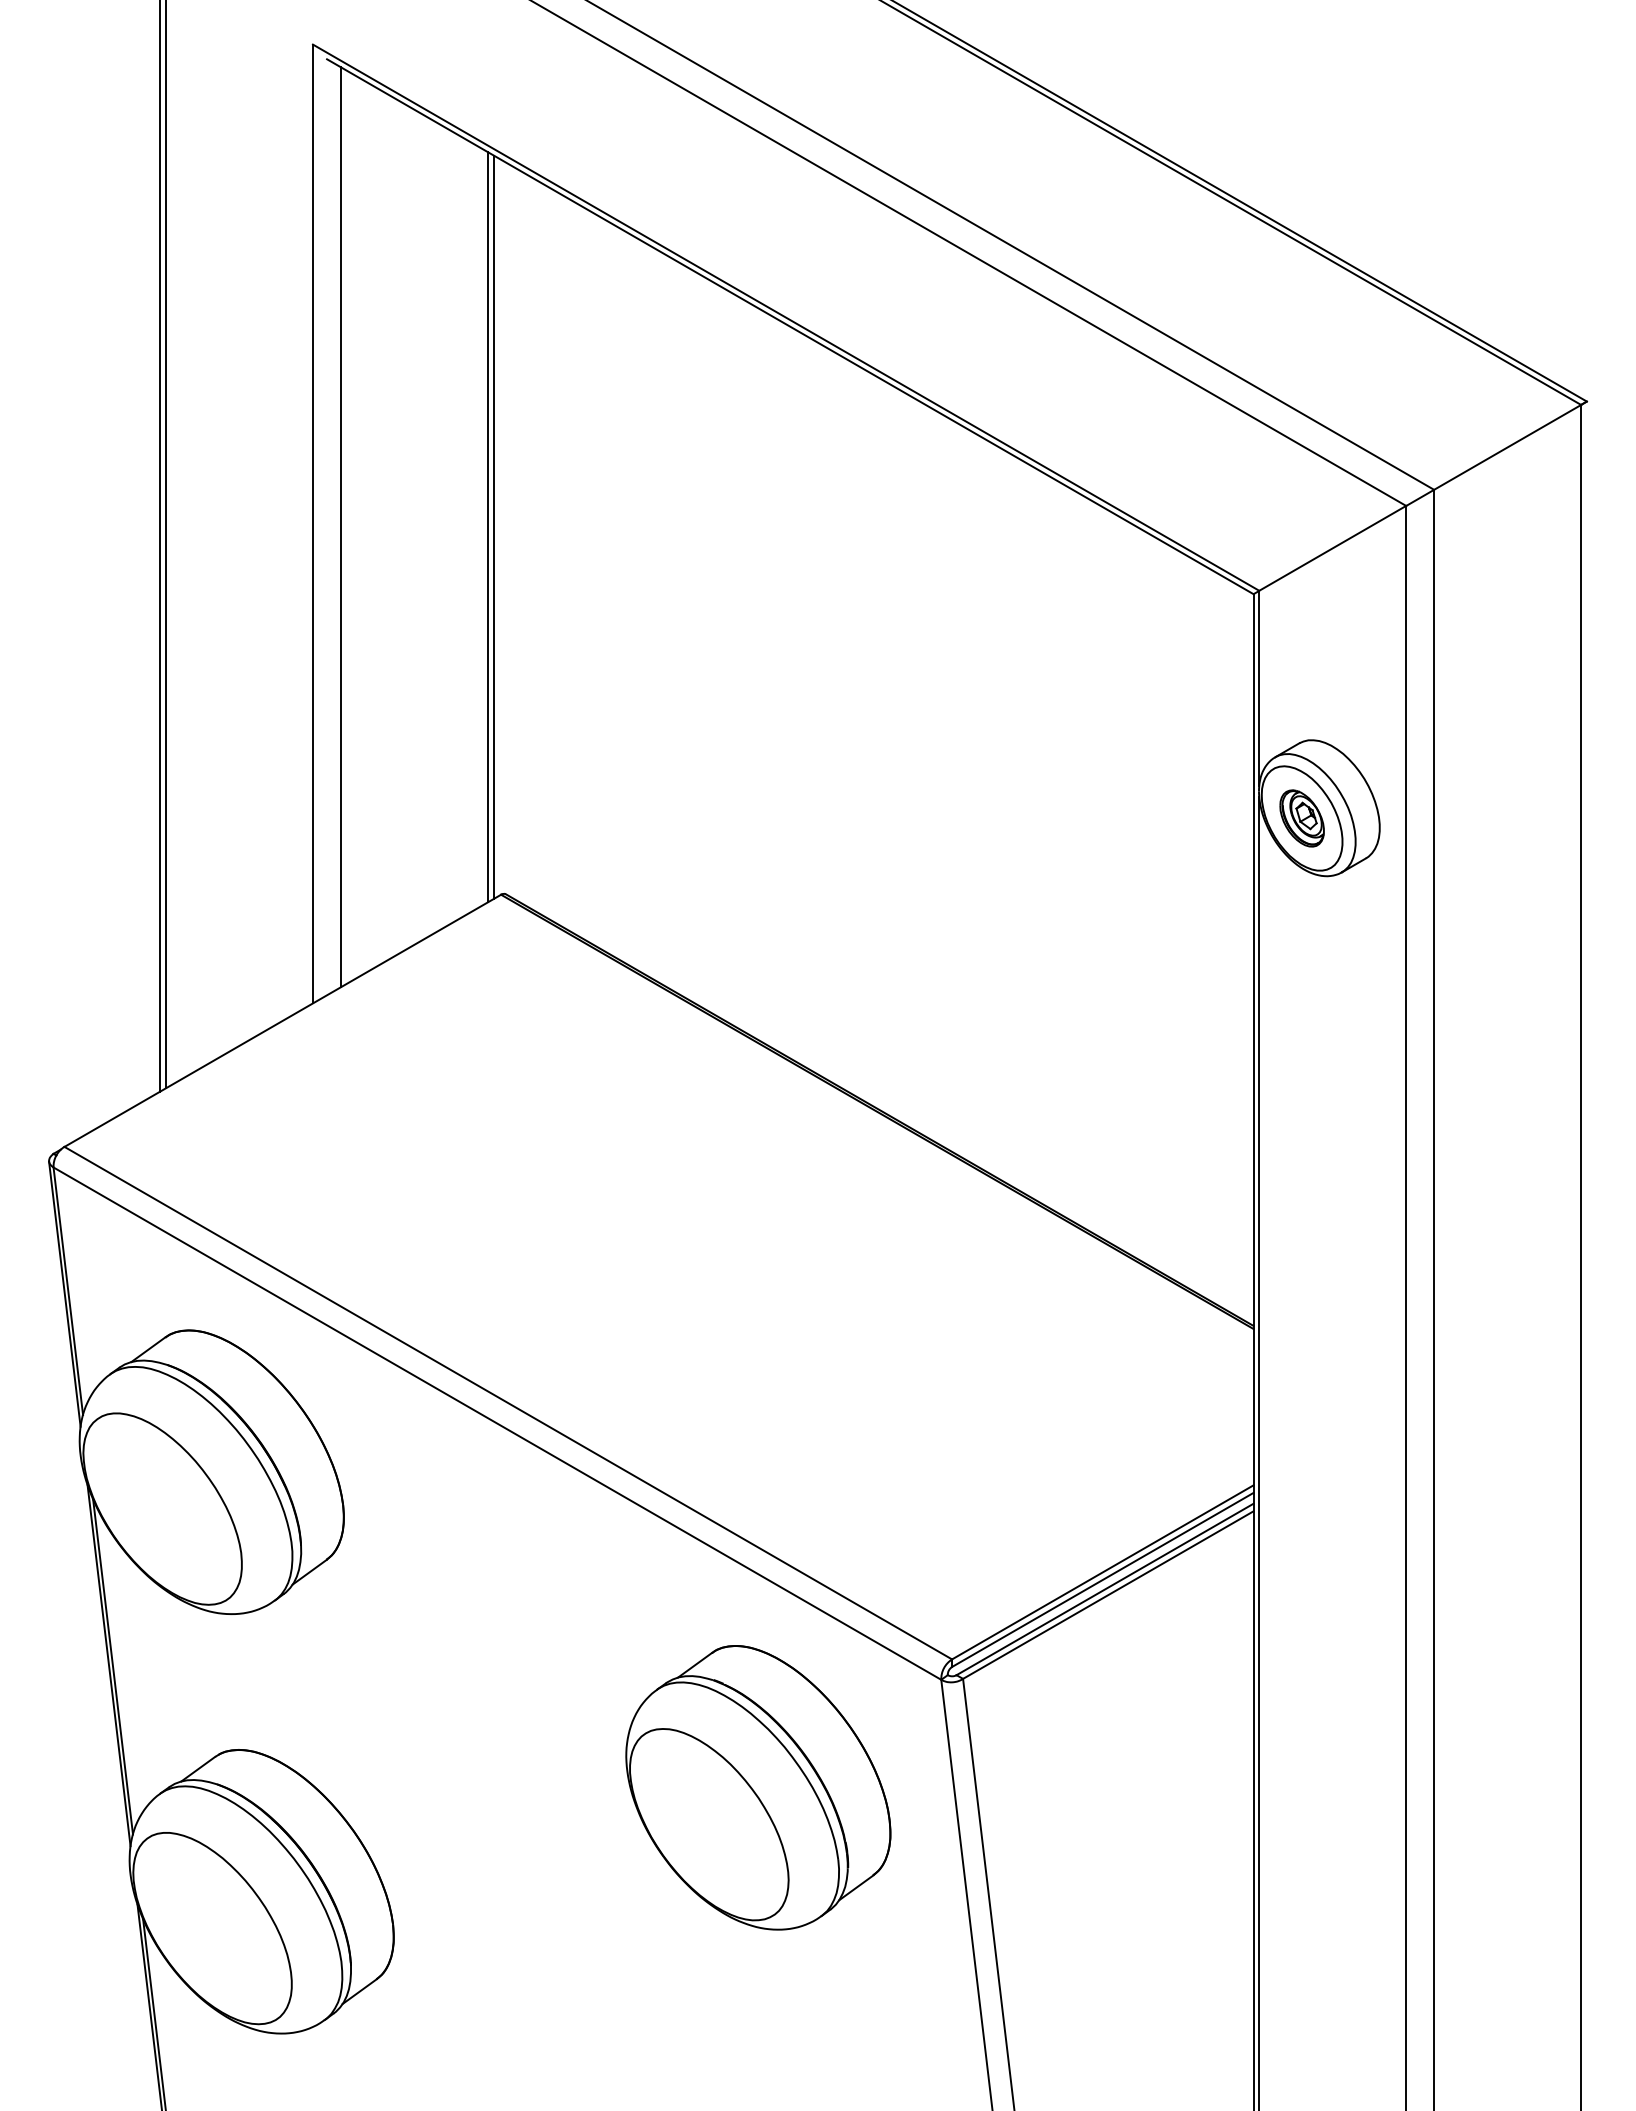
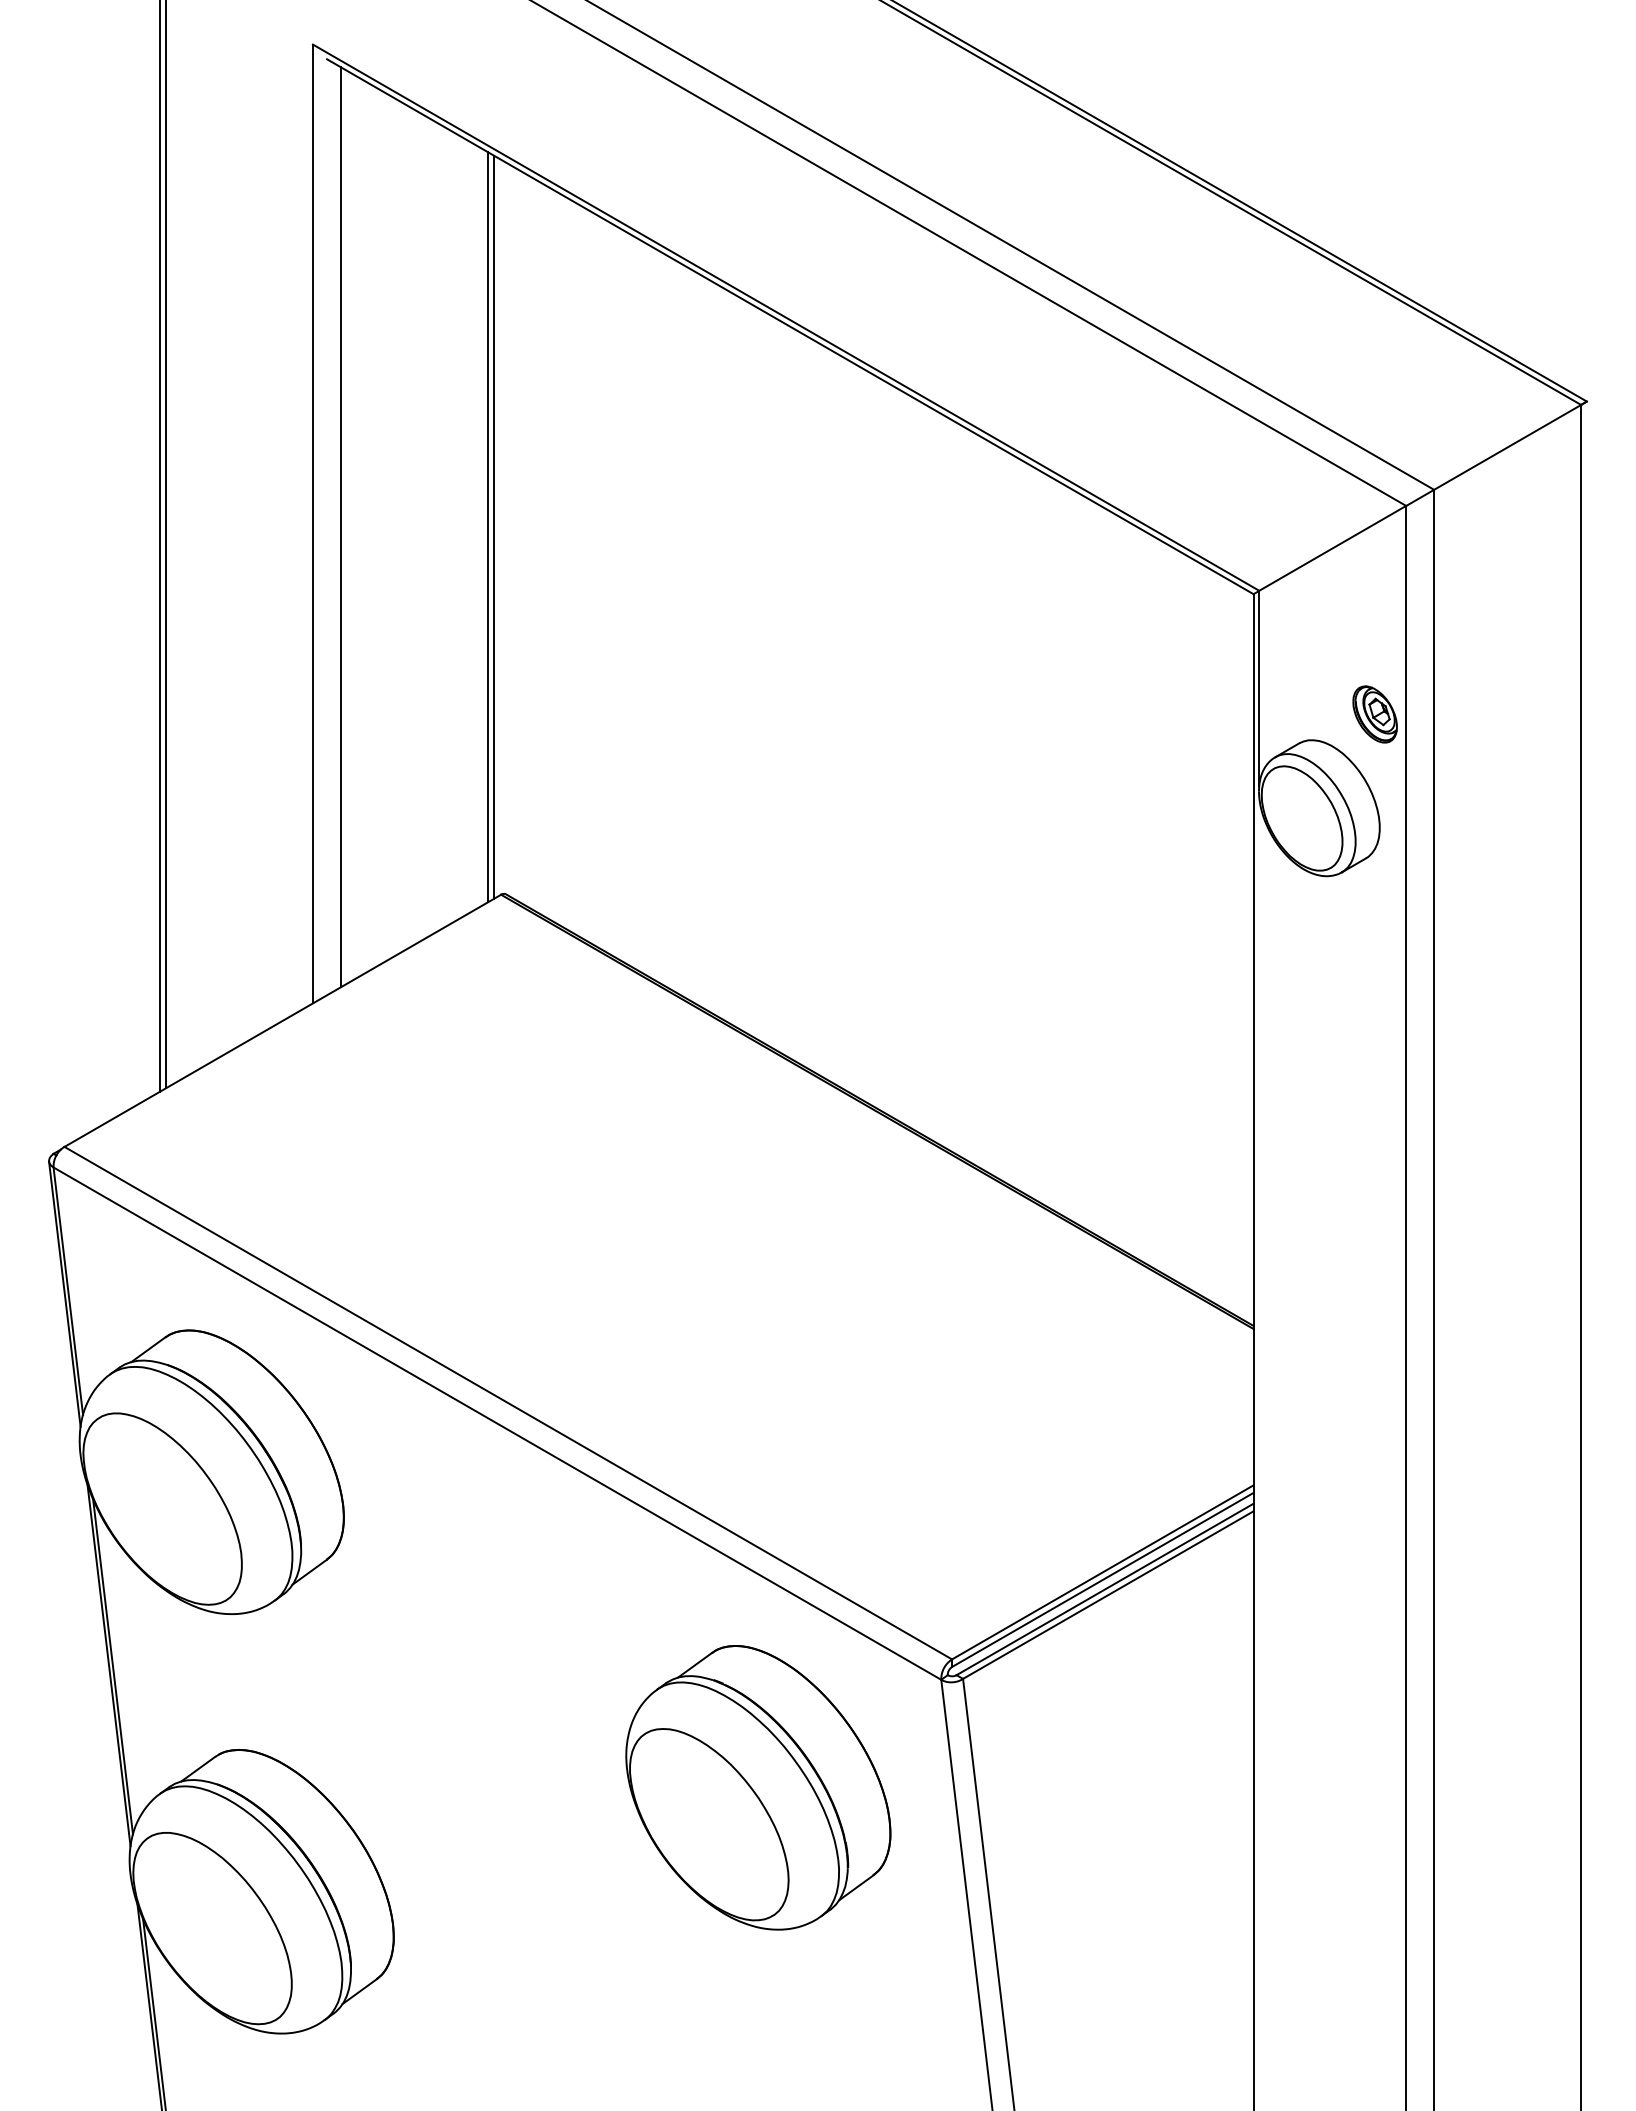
part at (1301, 818) position: (1301, 818) -> (1374, 714)
line at (1259, 1452): present -> none
